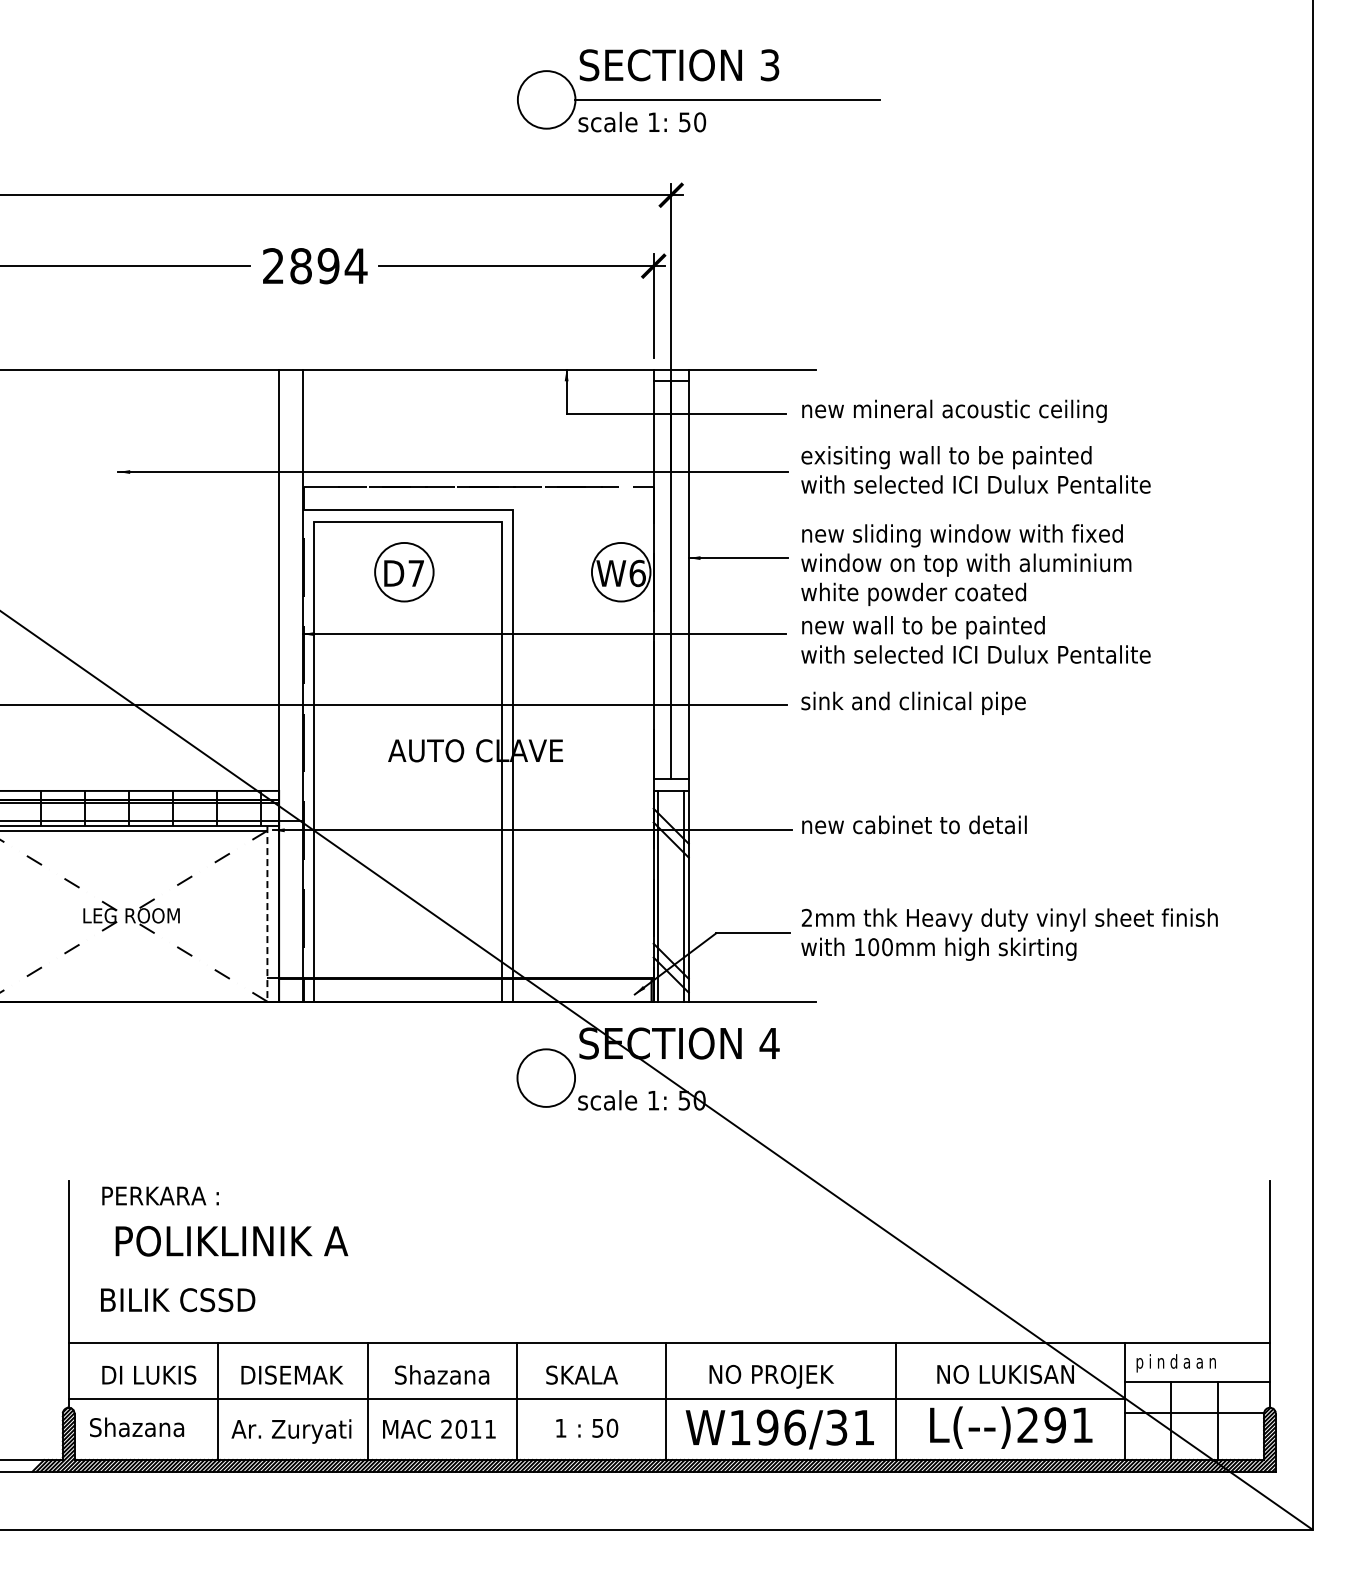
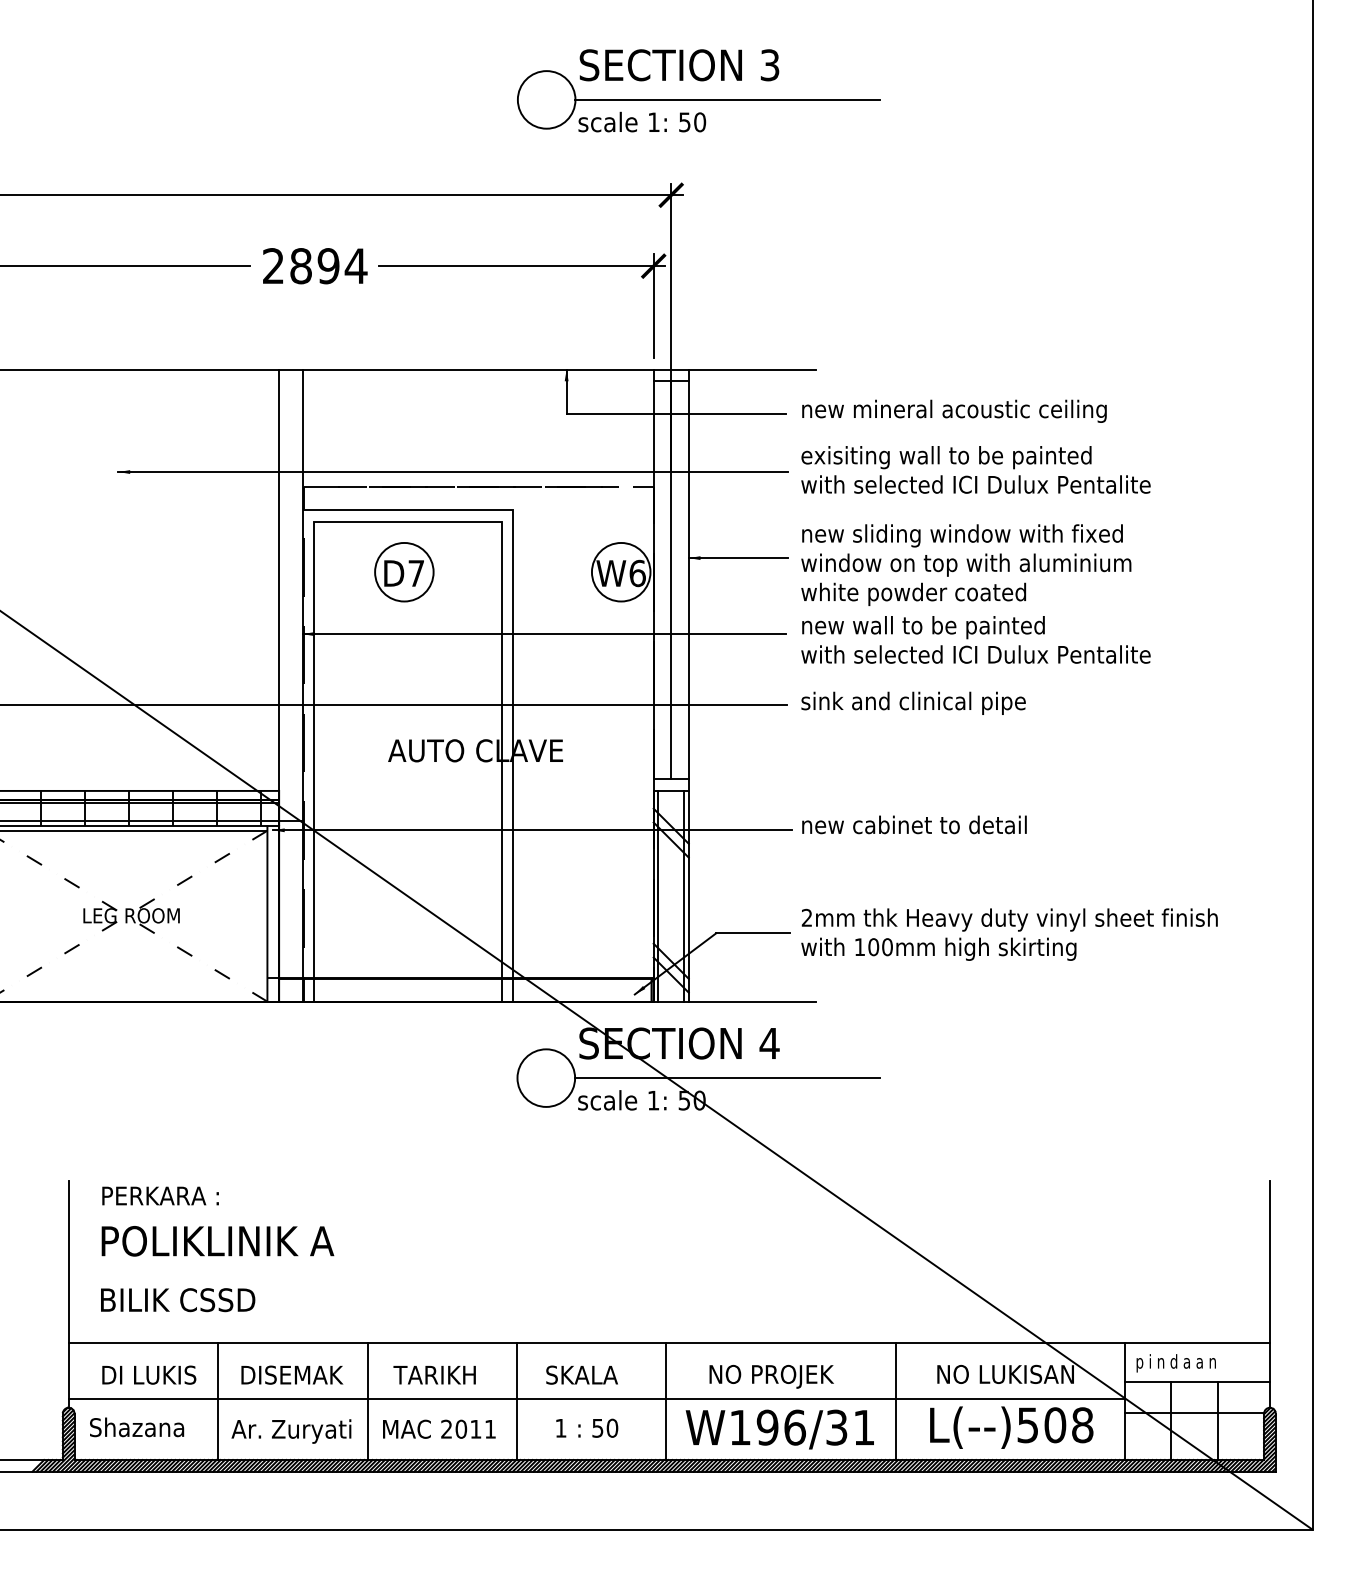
line at (267, 913): dashed -> solid
line at (727, 1078): none -> present
text at (231, 1241) position: (231, 1241) -> (217, 1241)
text at (441, 1374): Shazana -> TARIKH
text at (1055, 1425): L(--)291 -> L(--)508
